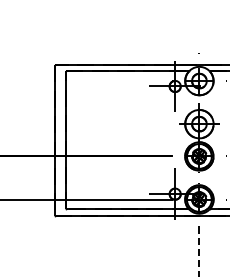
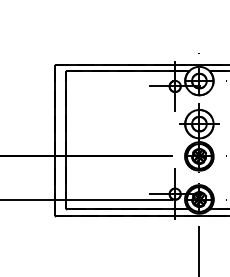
line at (199, 252): dashed -> solid
